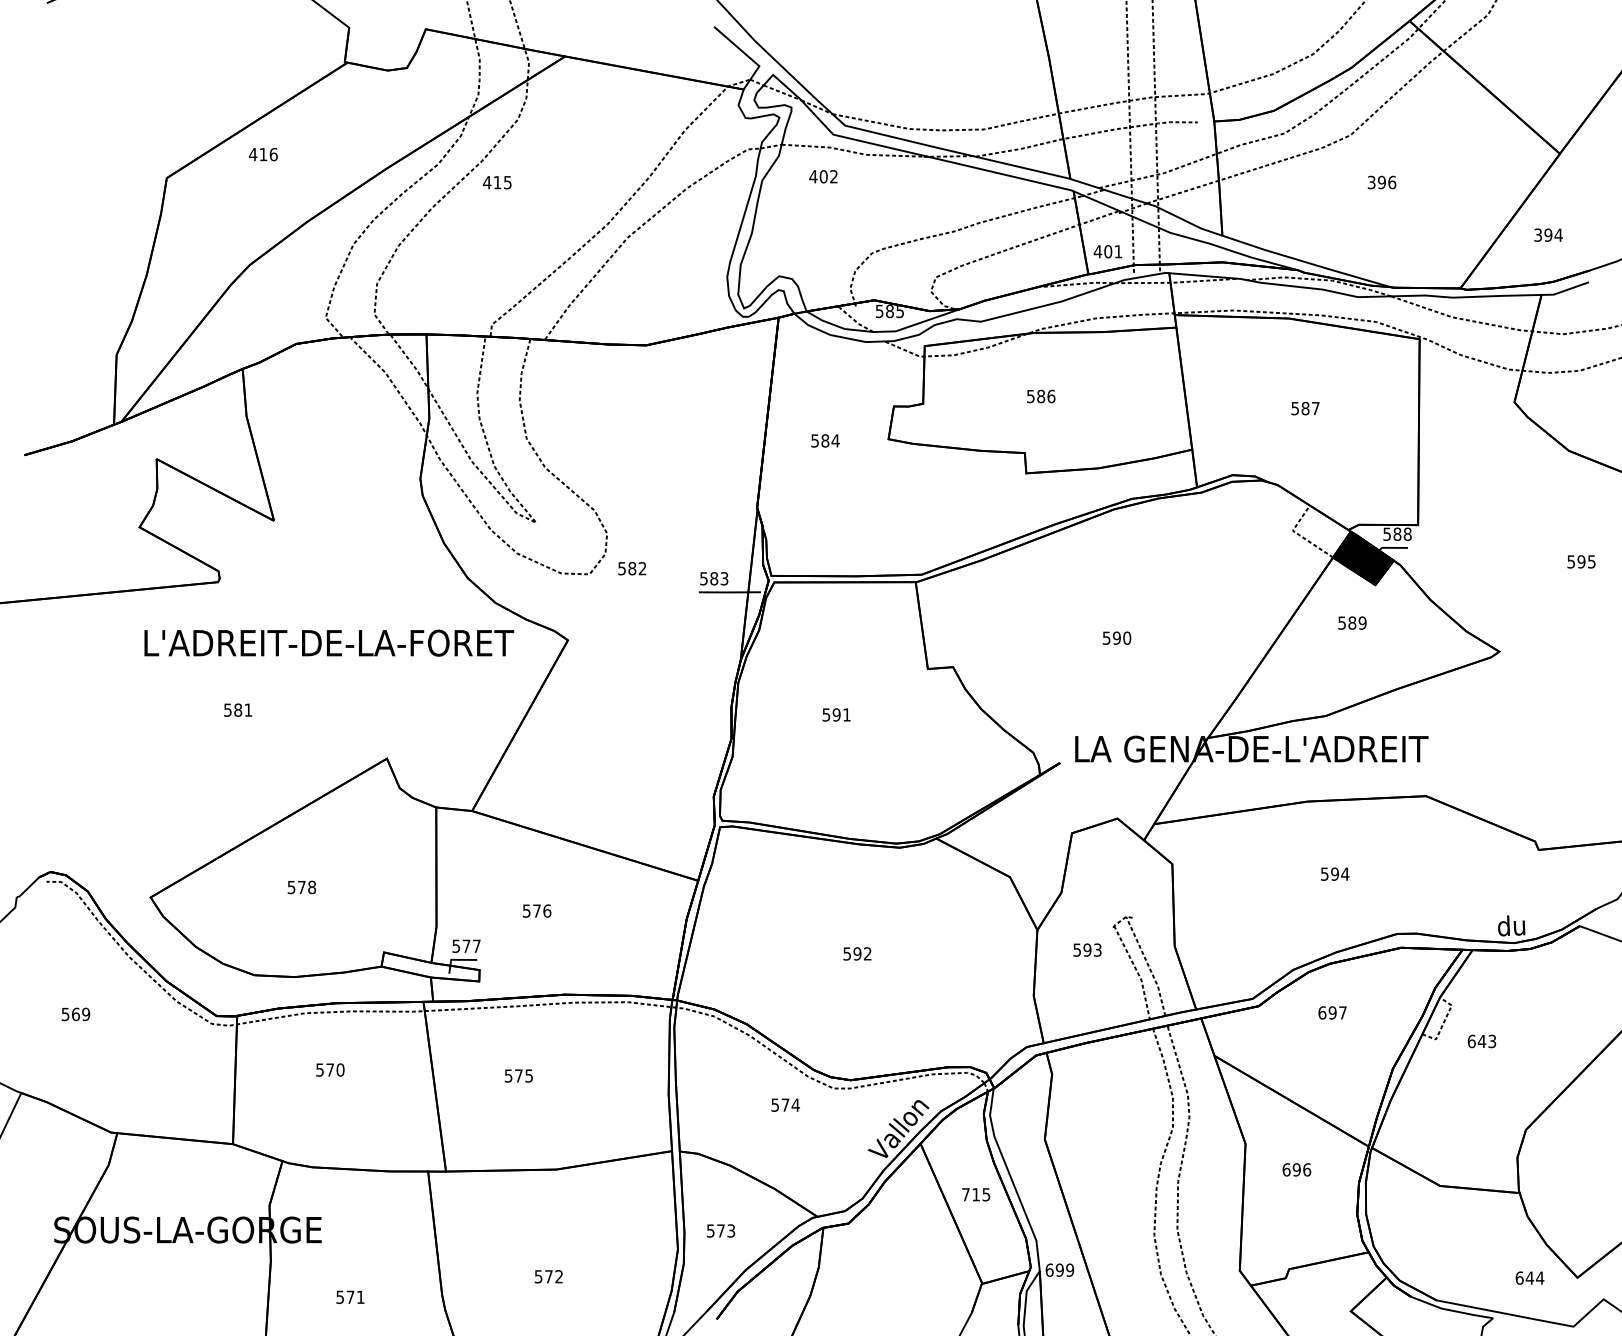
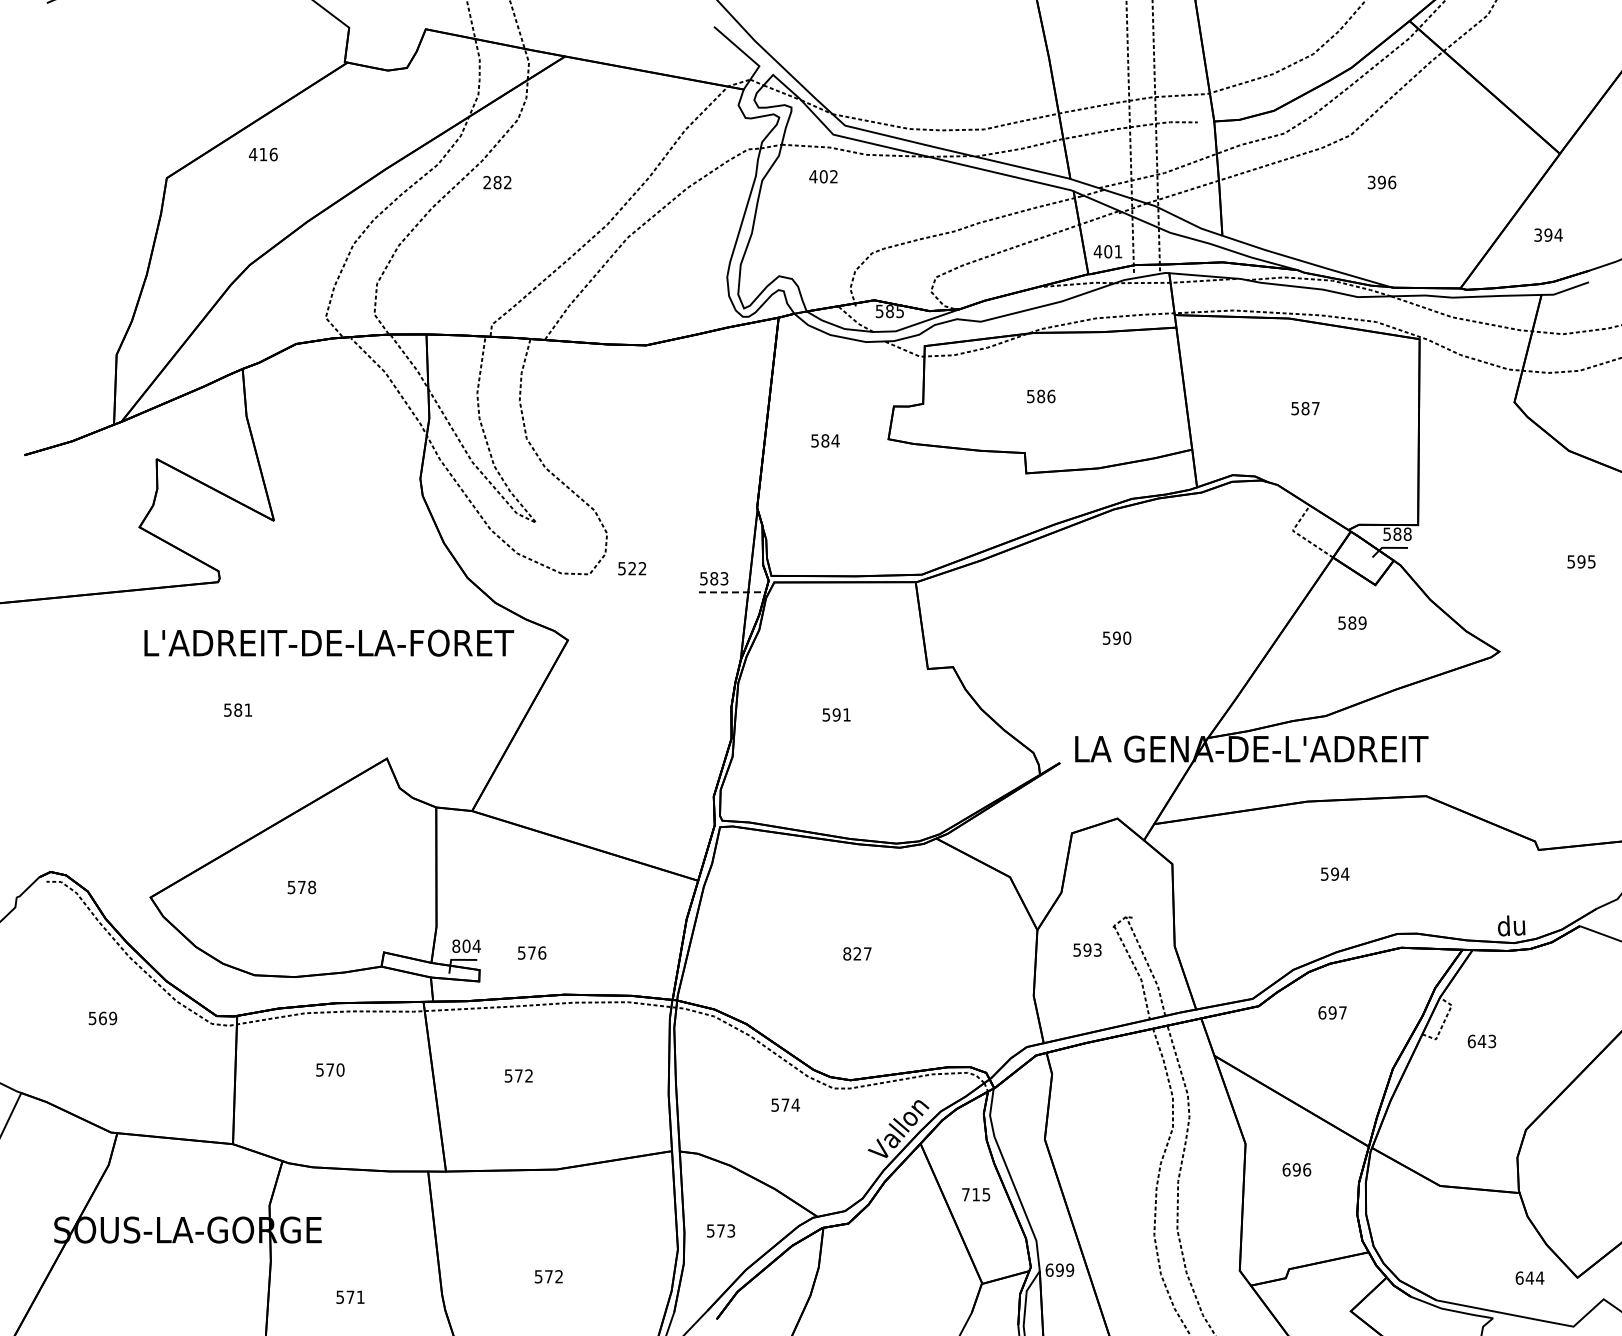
text at (497, 182): 415 -> 282
fill at (1363, 558): present -> none
text at (632, 568): 582 -> 522
line at (729, 592): solid -> dashed
text at (537, 910) position: (537, 910) -> (532, 952)
text at (466, 945): 577 -> 804
text at (857, 953): 592 -> 827
text at (75, 1014) position: (75, 1014) -> (102, 1018)
text at (528, 1075): 575 -> 572
